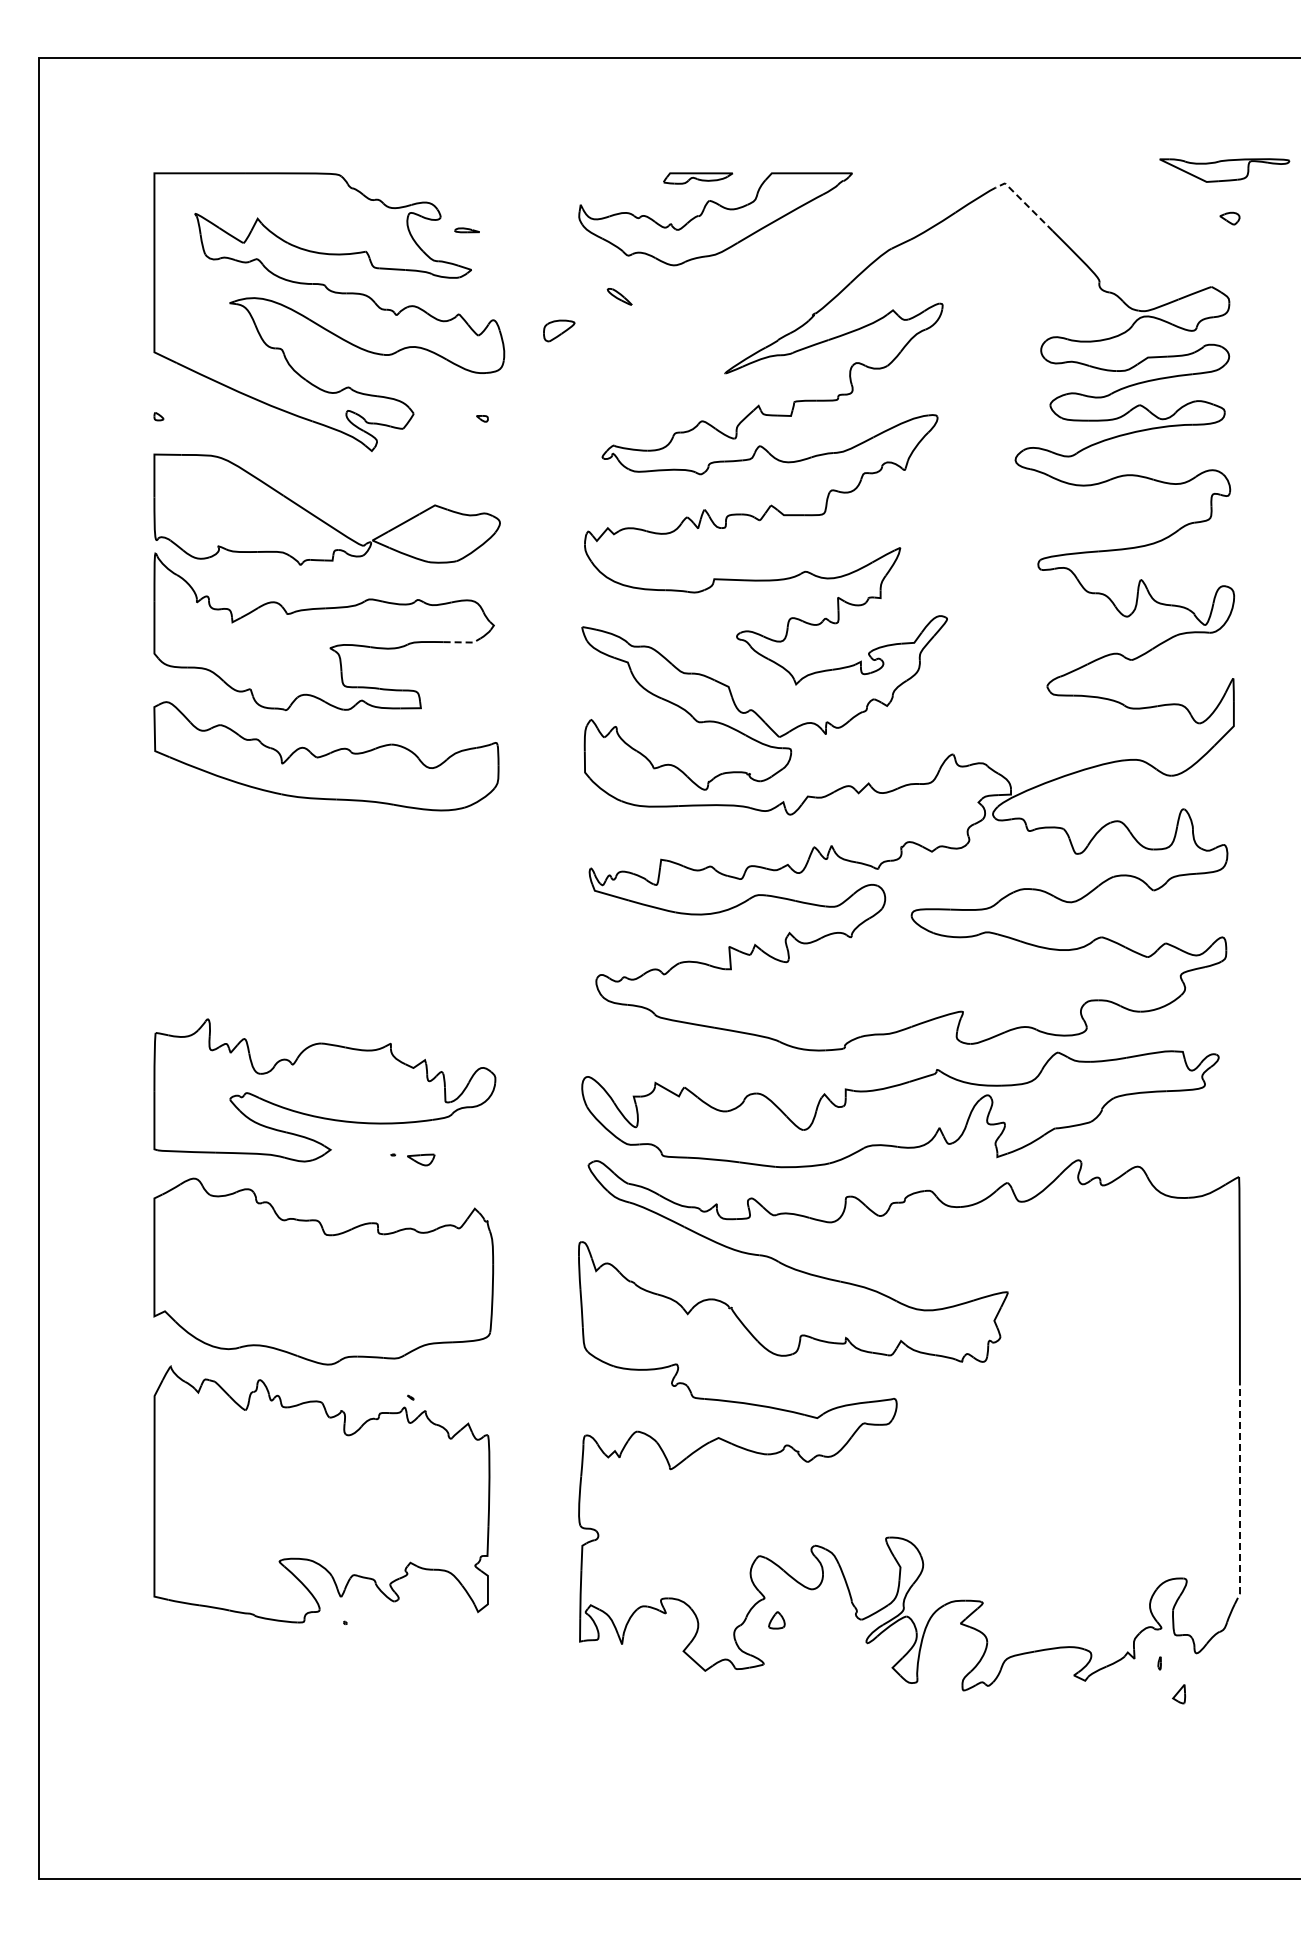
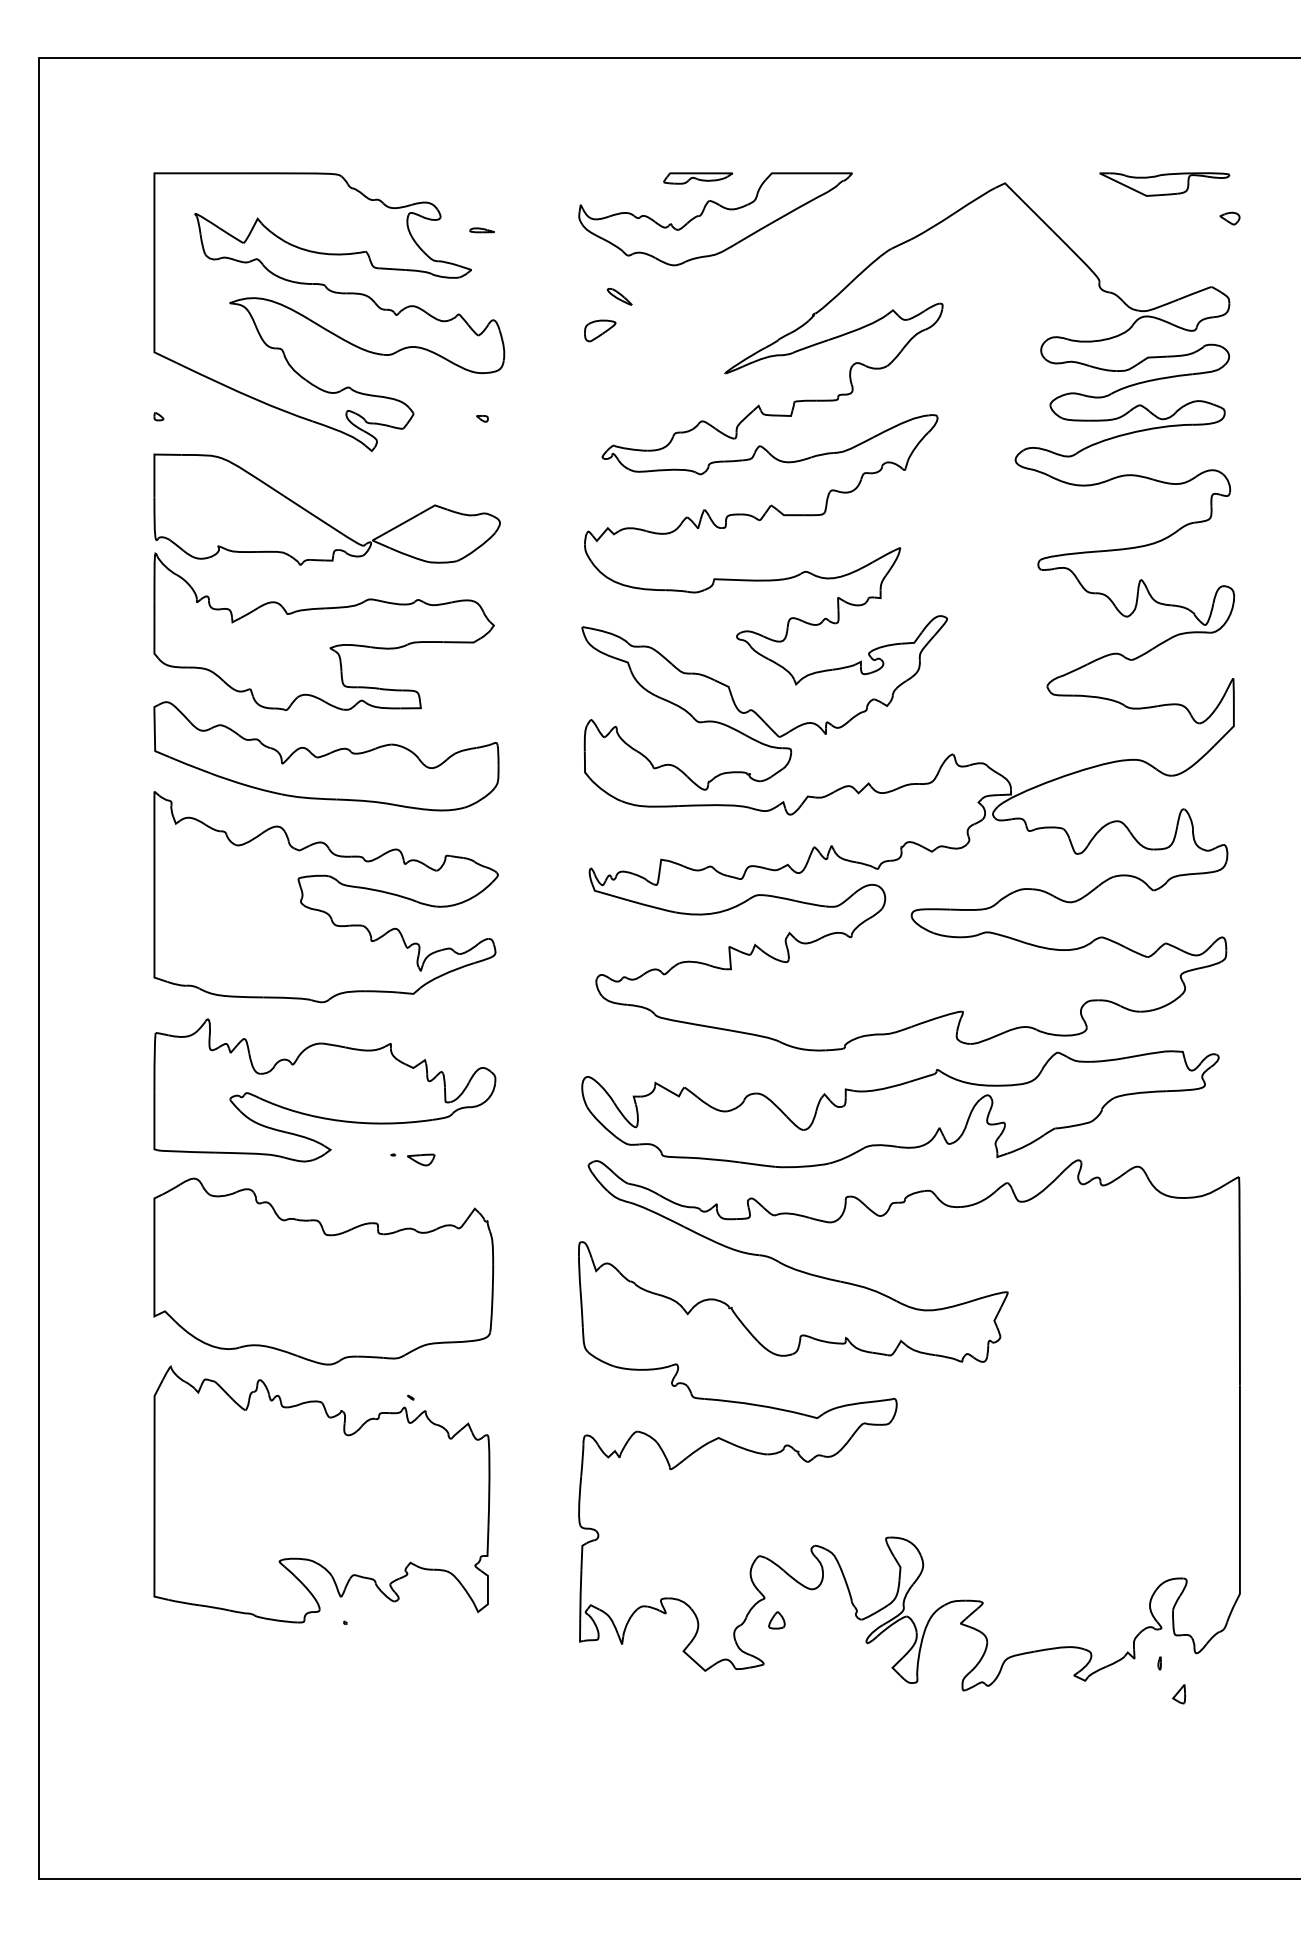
part at (1224, 170) position: (1224, 170) -> (1164, 184)
line at (1024, 202): dashed -> solid
part at (466, 230) position: (466, 230) -> (481, 230)
part at (559, 330) position: (559, 330) -> (600, 330)
line at (463, 642): dashed -> solid
part at (320, 909): none -> present
line at (1239, 1496): dashed -> solid
